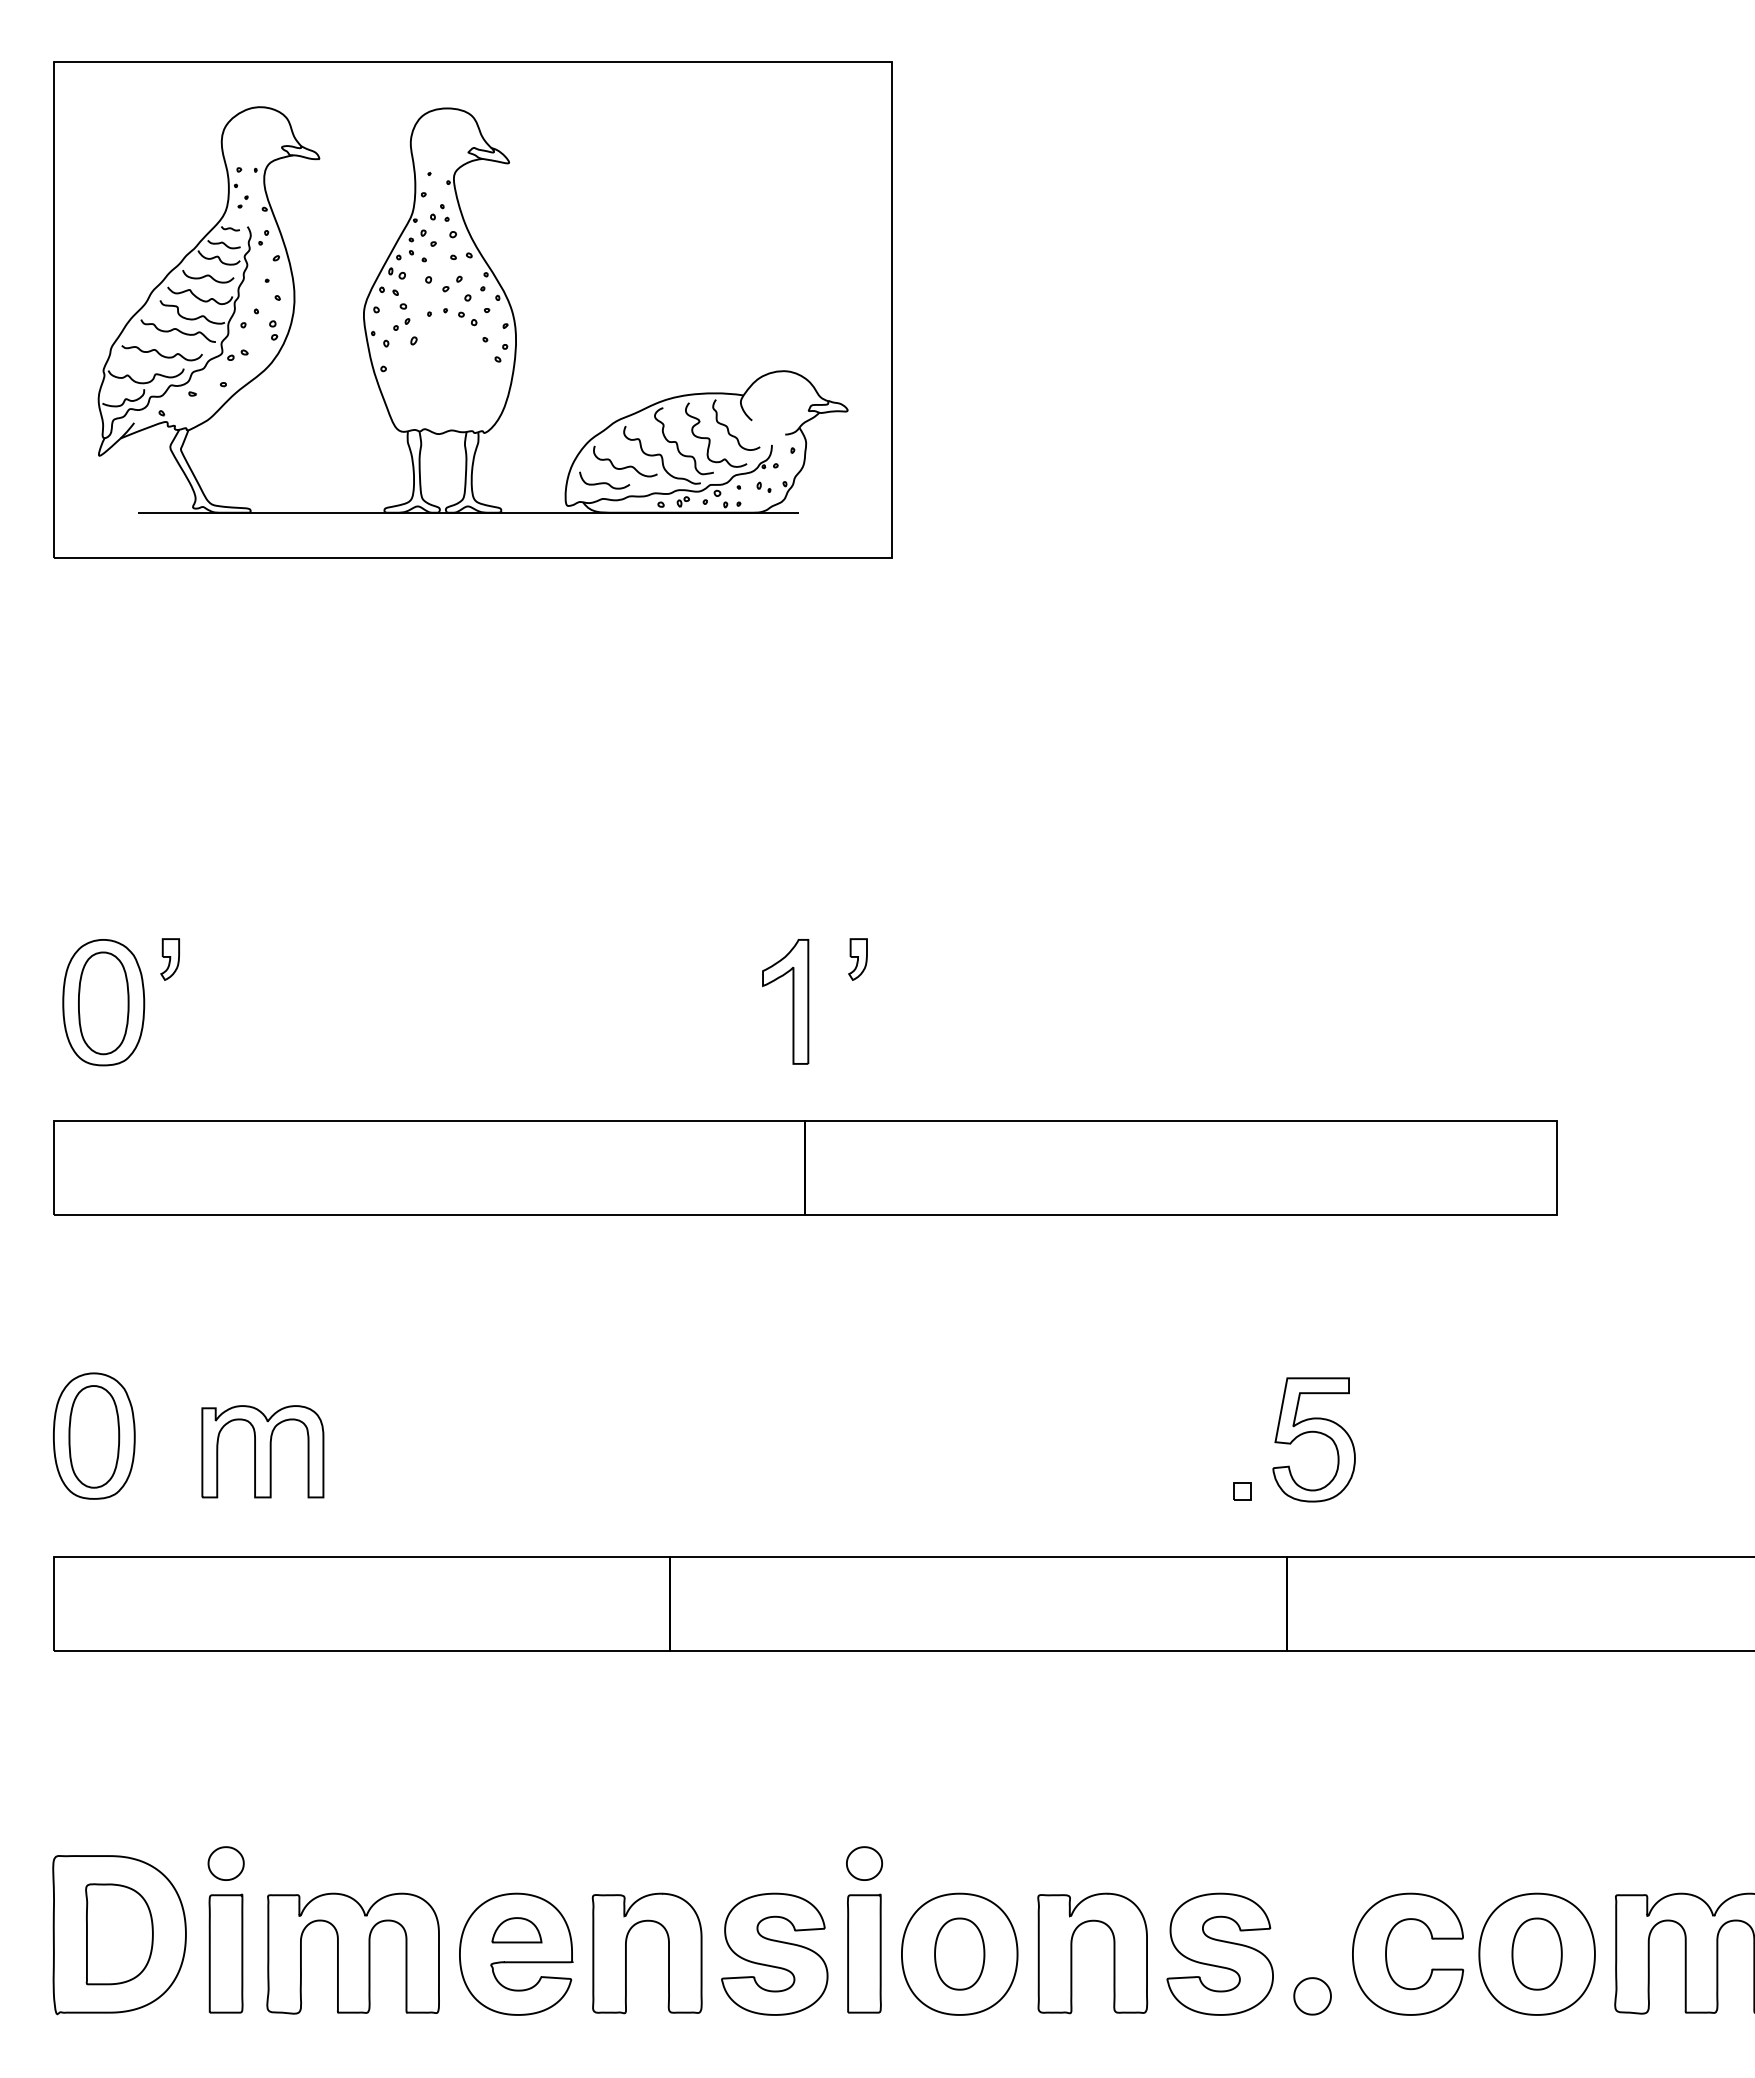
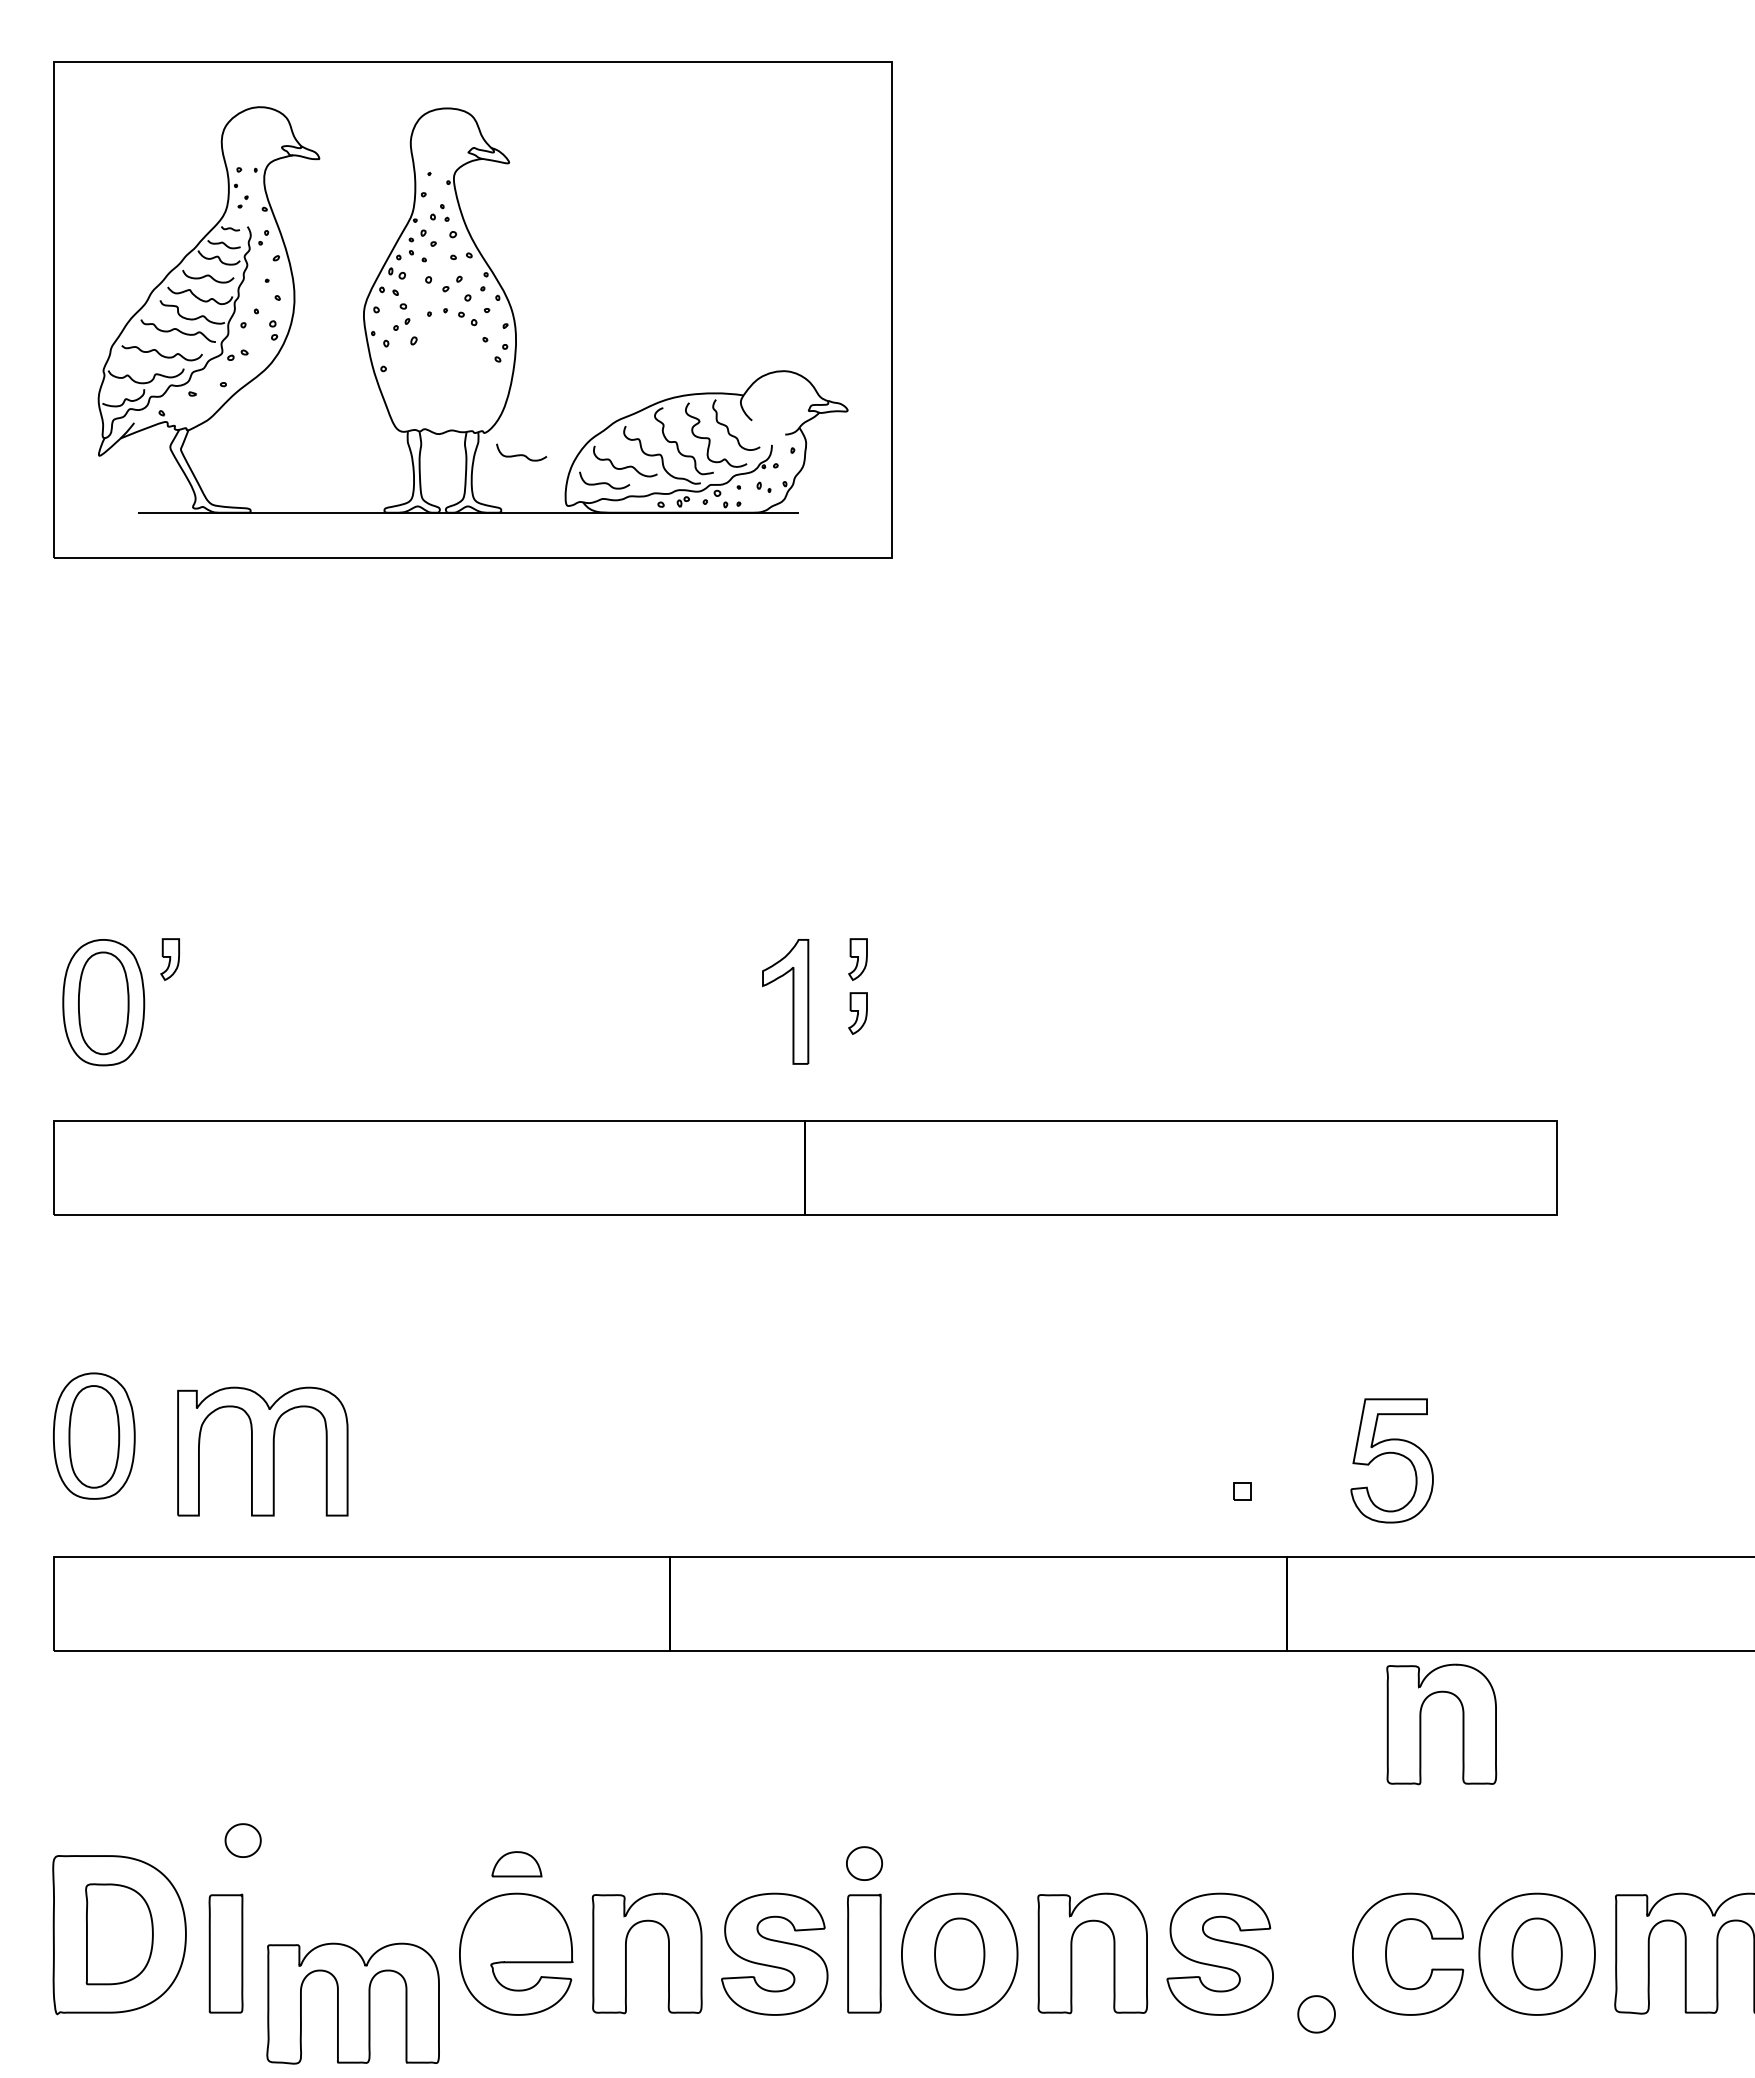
curve at (521, 454): none -> present
part at (857, 1013): none -> present
part at (1313, 1432) position: (1313, 1432) -> (1391, 1453)
part at (262, 1451) size: 124x94 px -> 172x131 px
part at (1421, 1724): none -> present
part at (225, 1863) position: (225, 1863) -> (242, 1840)
part at (516, 1930) position: (516, 1930) -> (516, 1864)
part at (352, 1953) position: (352, 1953) -> (352, 2003)
part at (1312, 1996) position: (1312, 1996) -> (1316, 2014)
